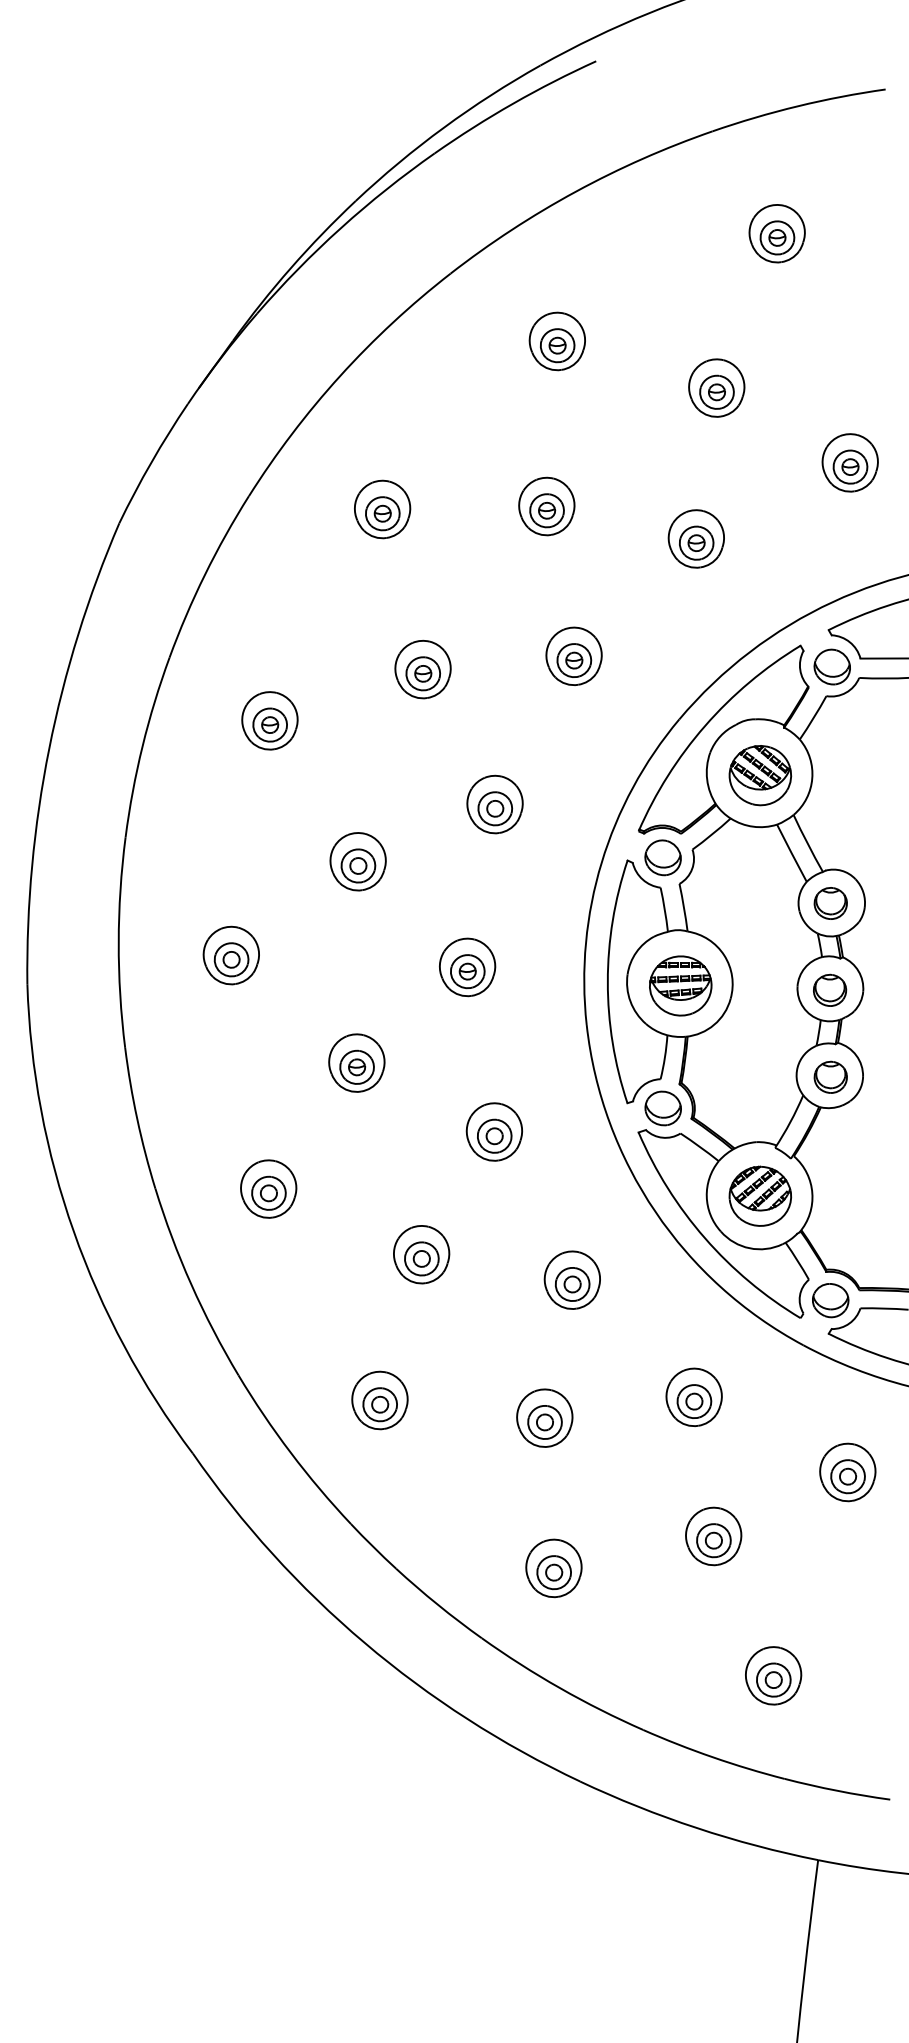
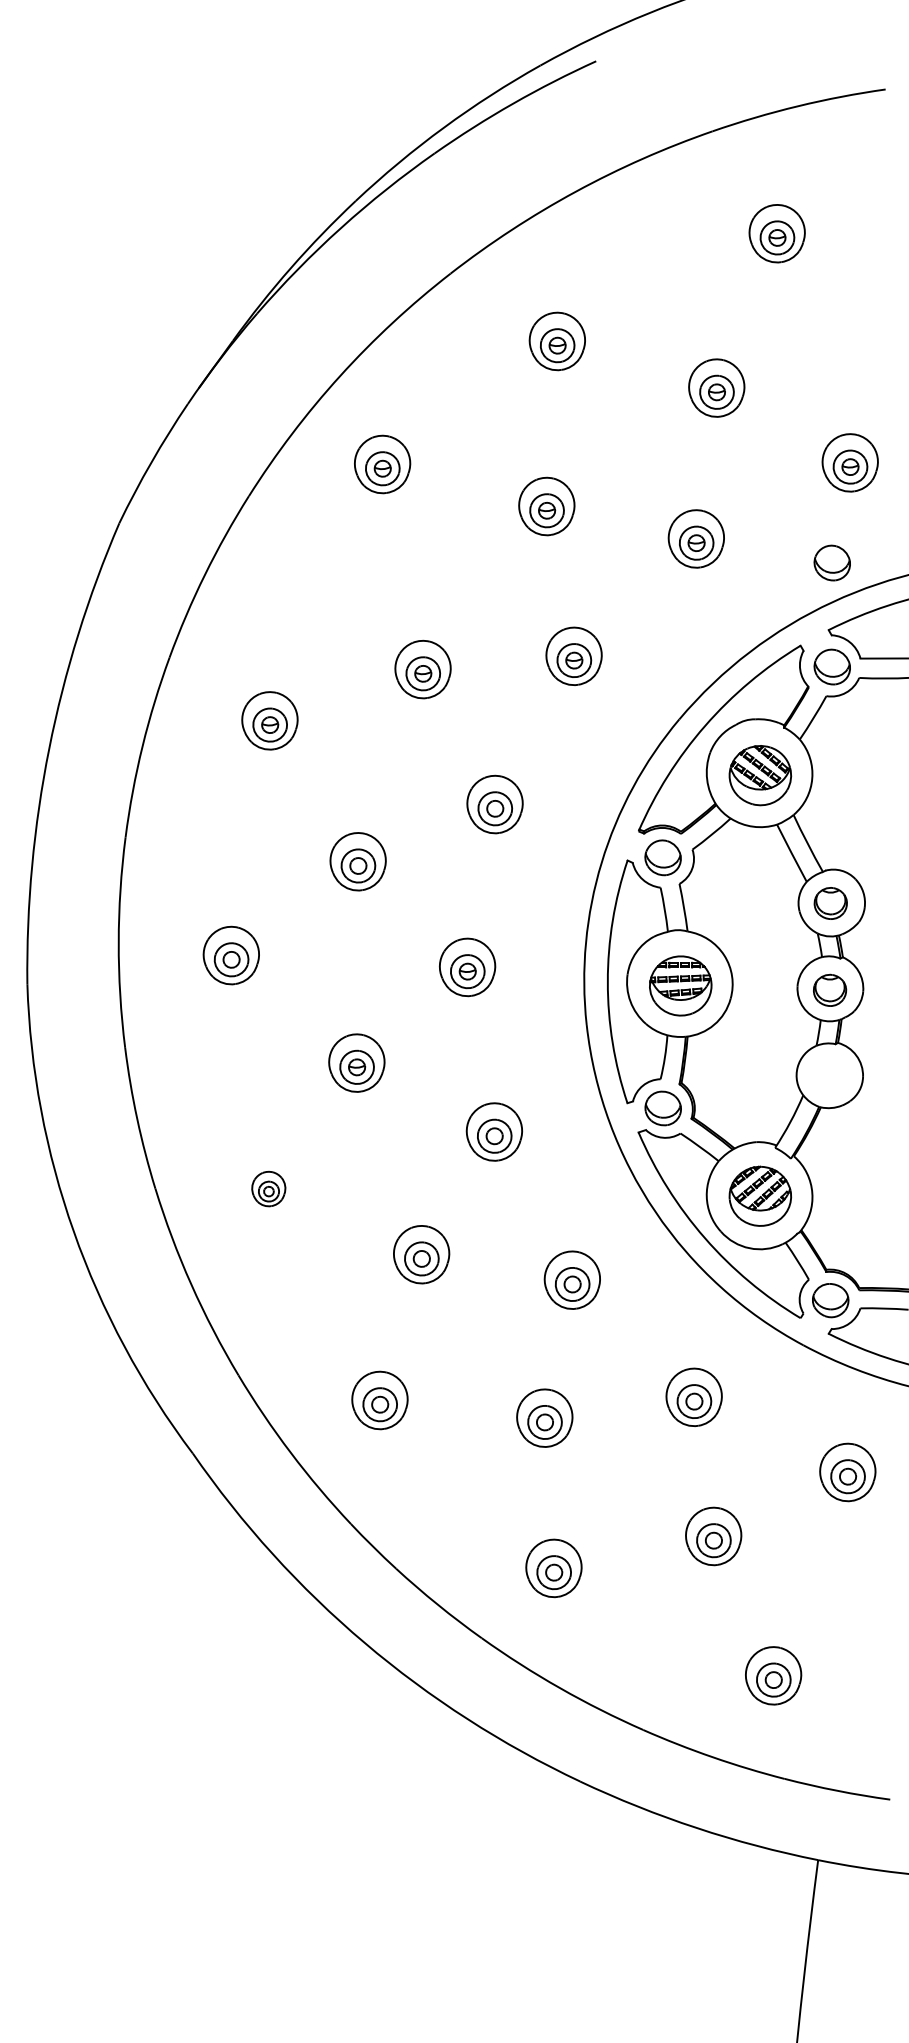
part at (382, 509) position: (382, 509) -> (382, 464)
part at (831, 562): none -> present
part at (830, 1076): present -> none
part at (268, 1188) size: 58x60 px -> 36x38 px
